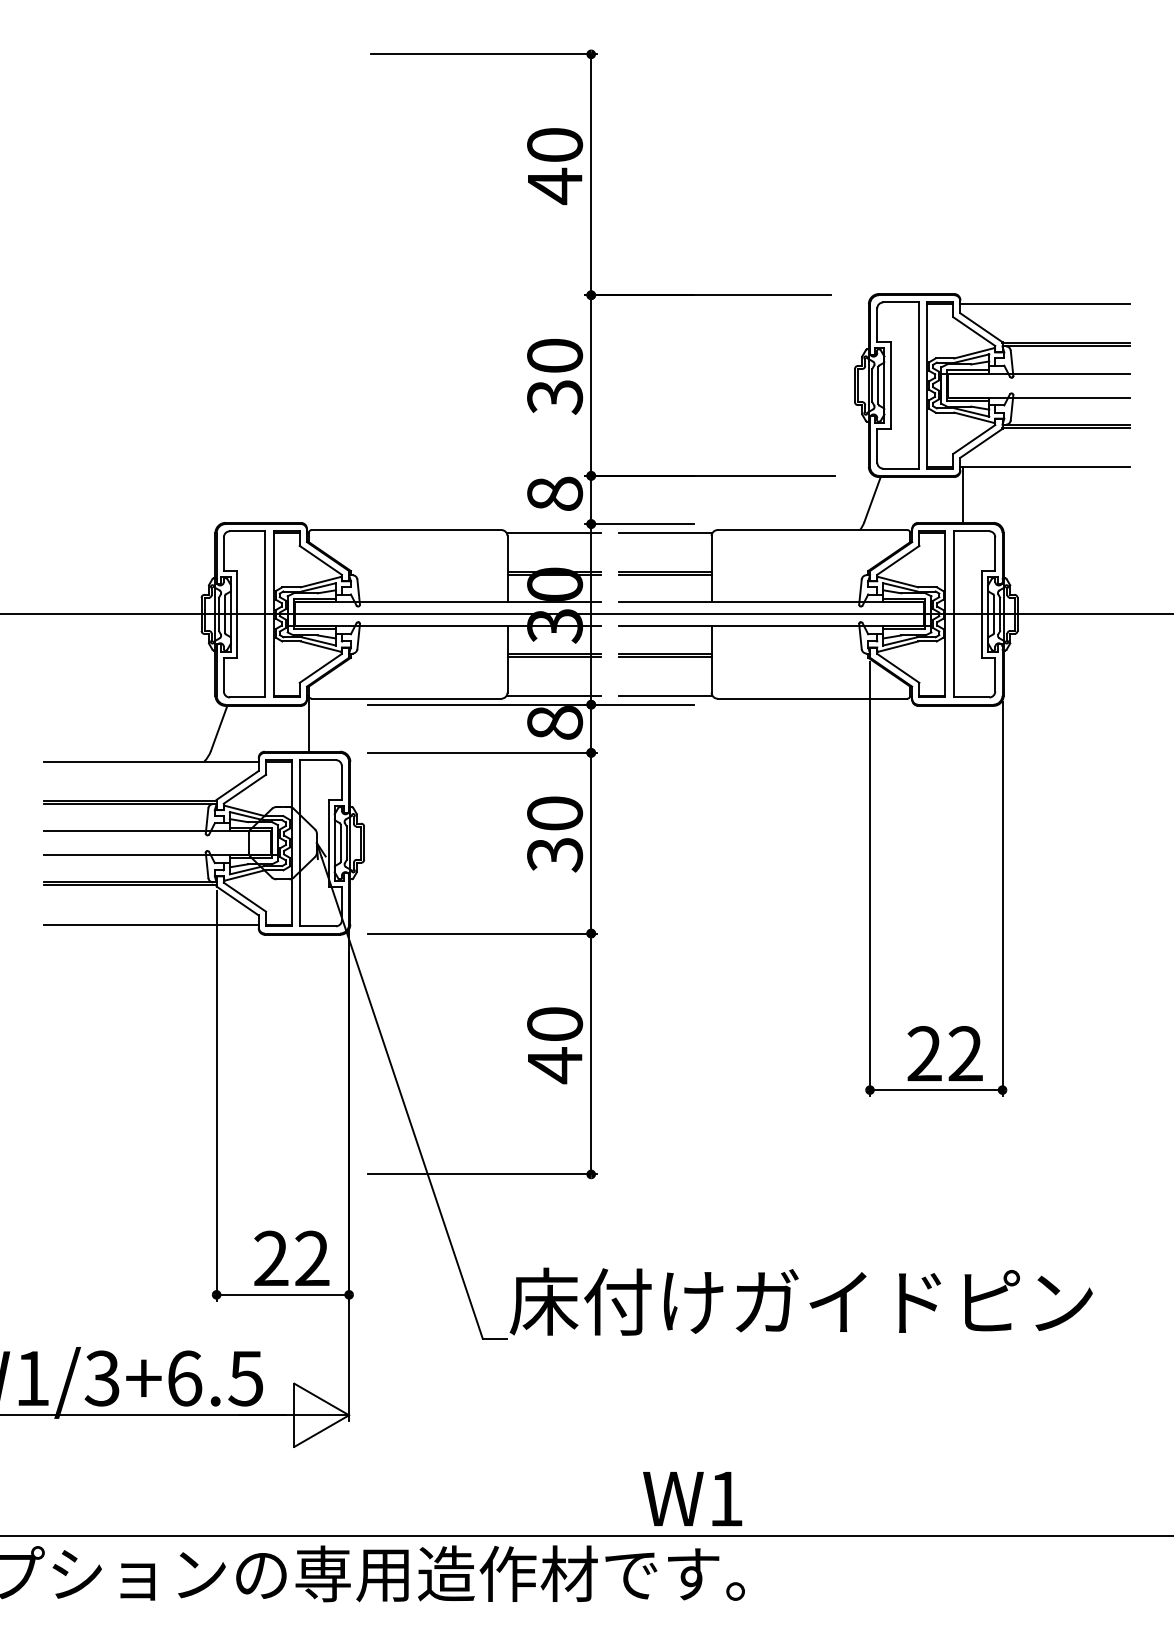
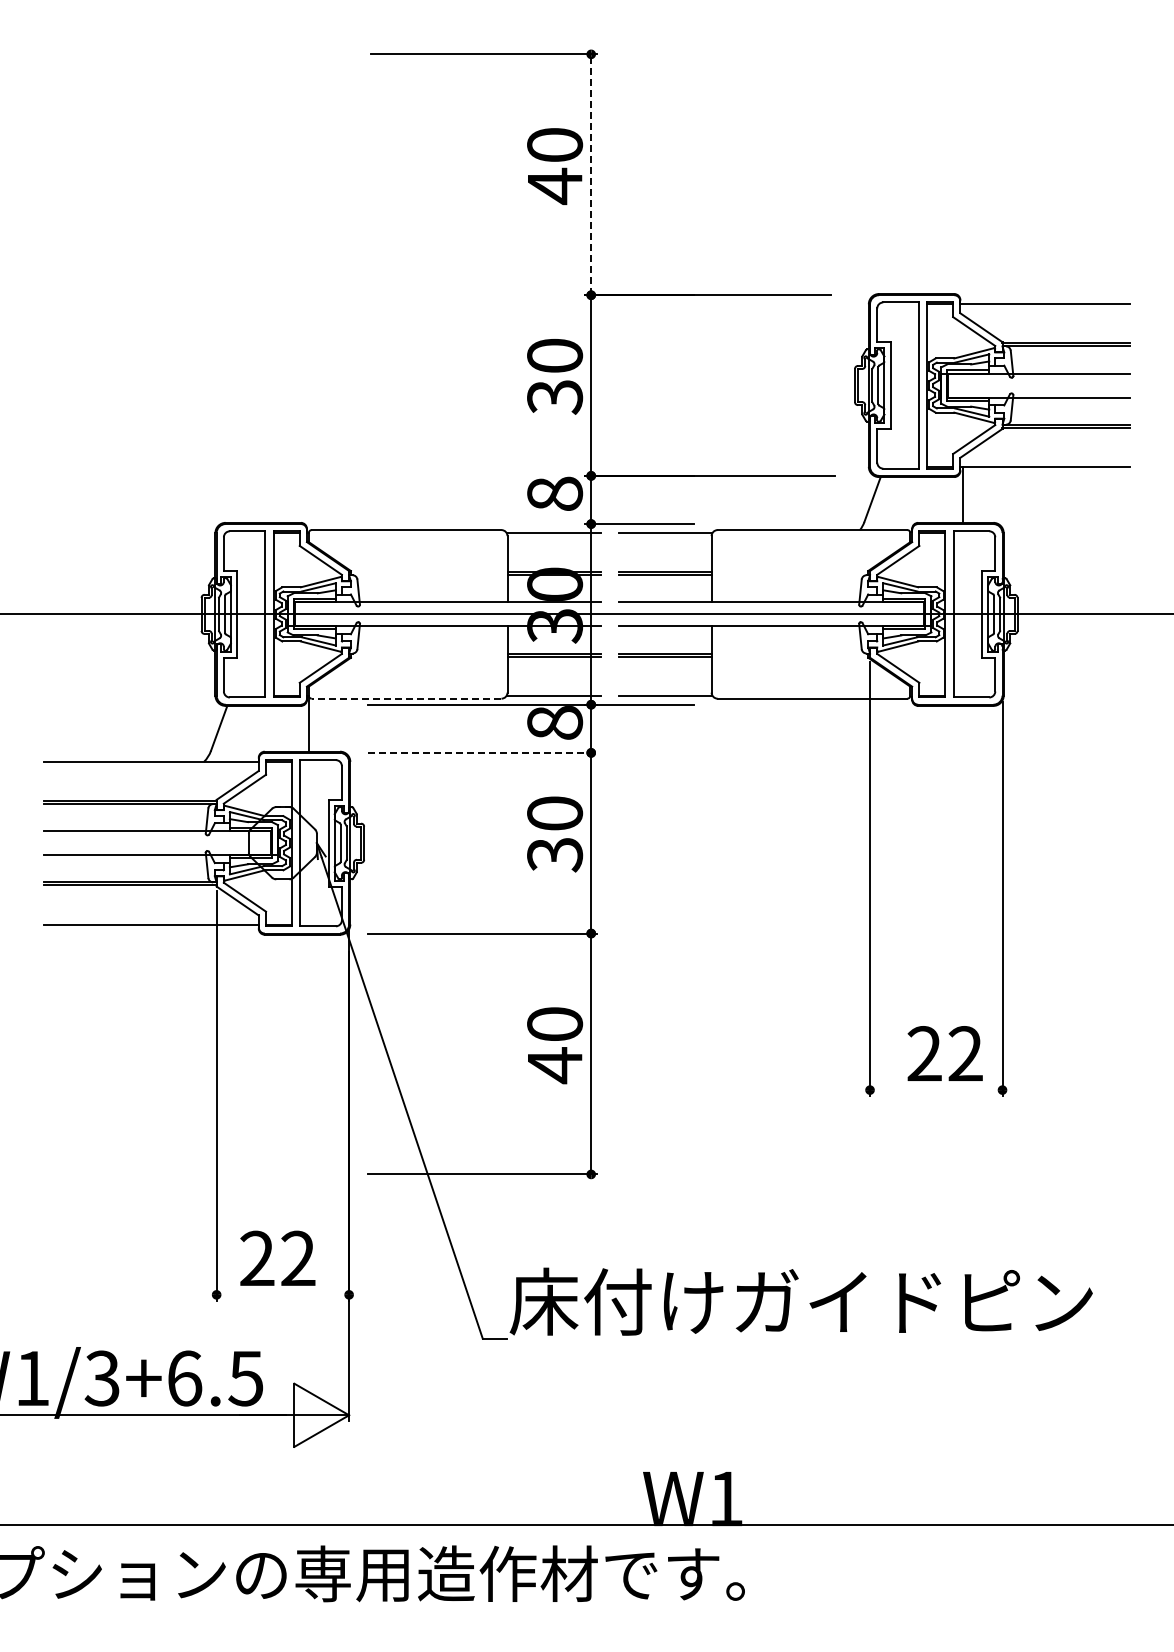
line at (591, 174): solid -> dashed
line at (406, 698): solid -> dashed
line at (483, 752): solid -> dashed
line at (936, 1090): present -> none
text at (291, 1257) position: (291, 1257) -> (277, 1257)
line at (282, 1294): present -> none
line at (586, 1535) position: (586, 1535) -> (586, 1524)
